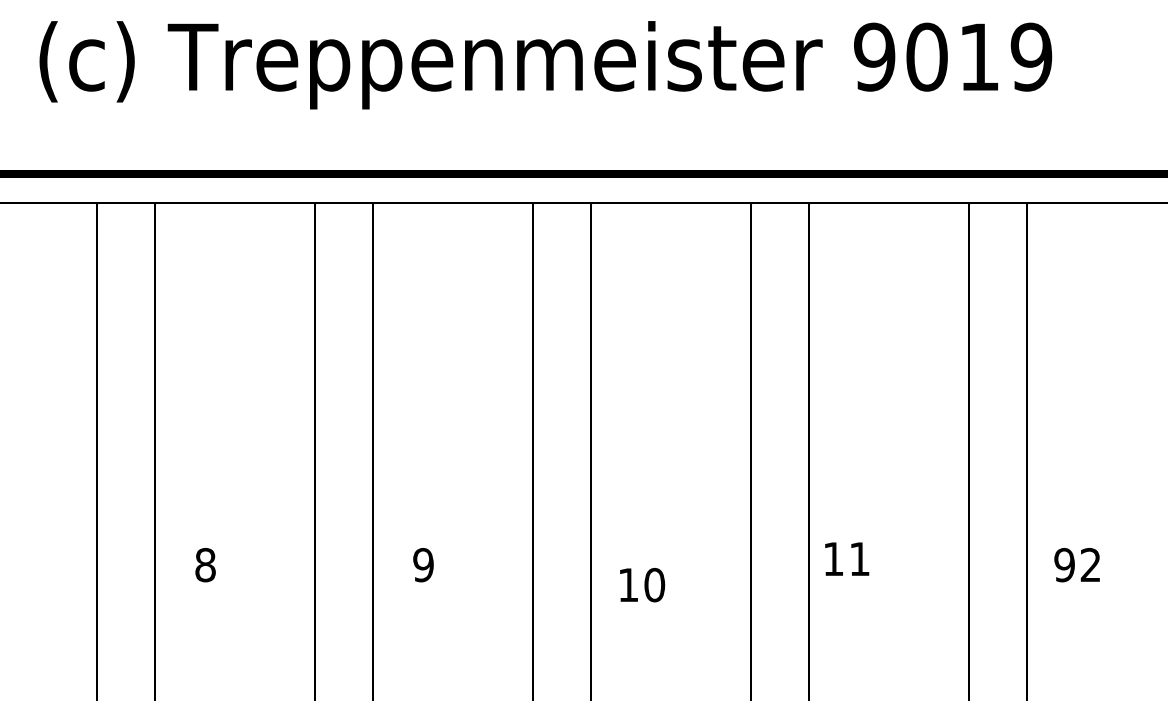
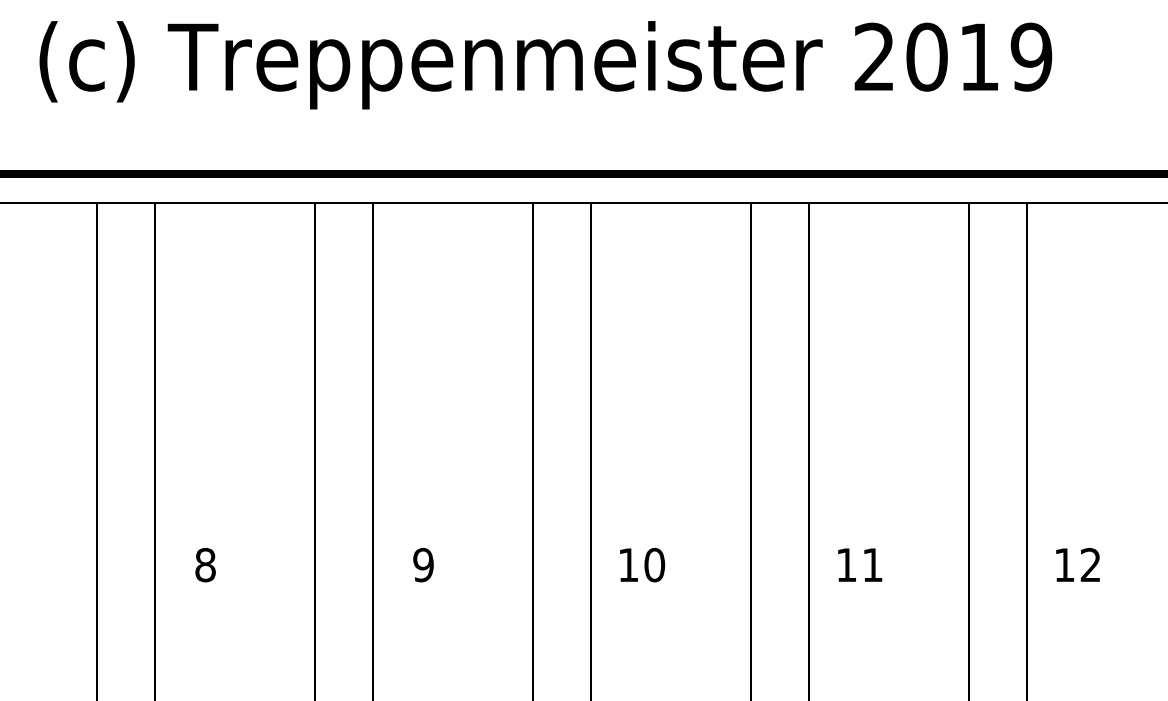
text at (874, 56): 9019 -> 2019
text at (847, 558) position: (847, 558) -> (860, 564)
text at (1064, 564): 92 -> 12
text at (642, 585) position: (642, 585) -> (642, 565)
